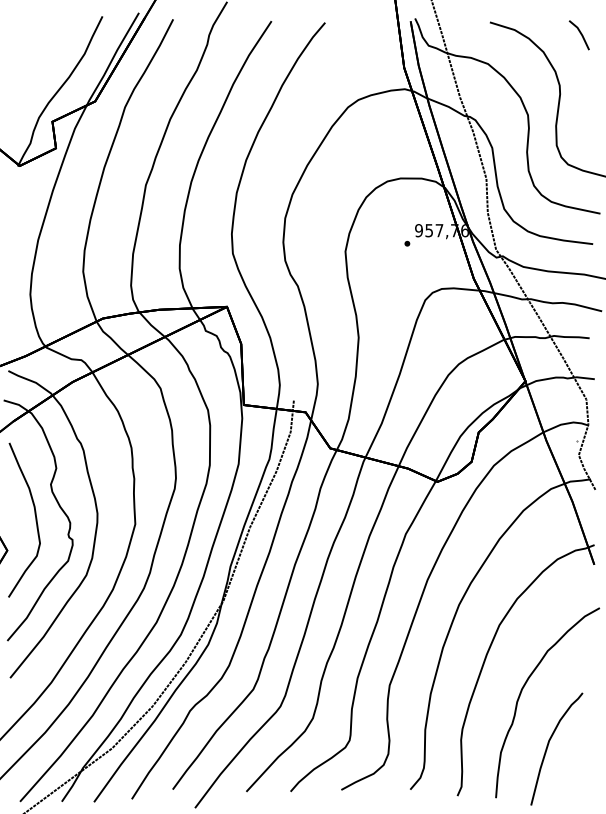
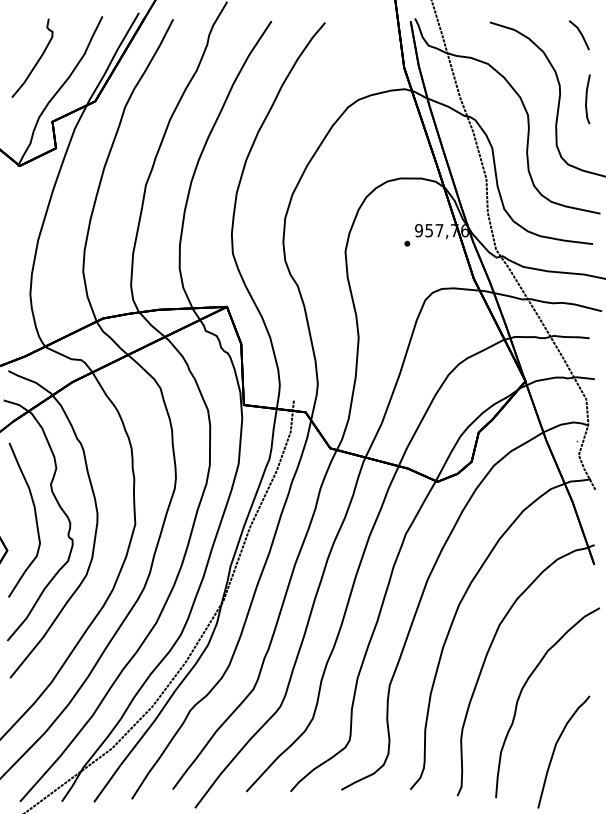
curve at (37, 60): none -> present
line at (587, 99): none -> present
curve at (548, 746) position: (548, 746) -> (555, 749)
